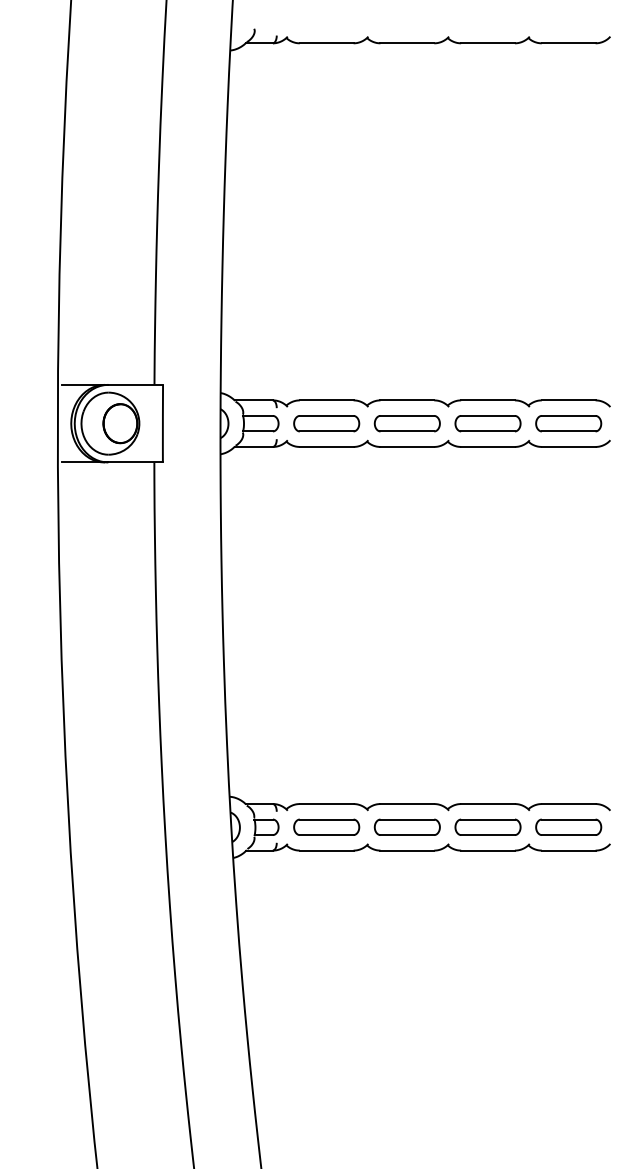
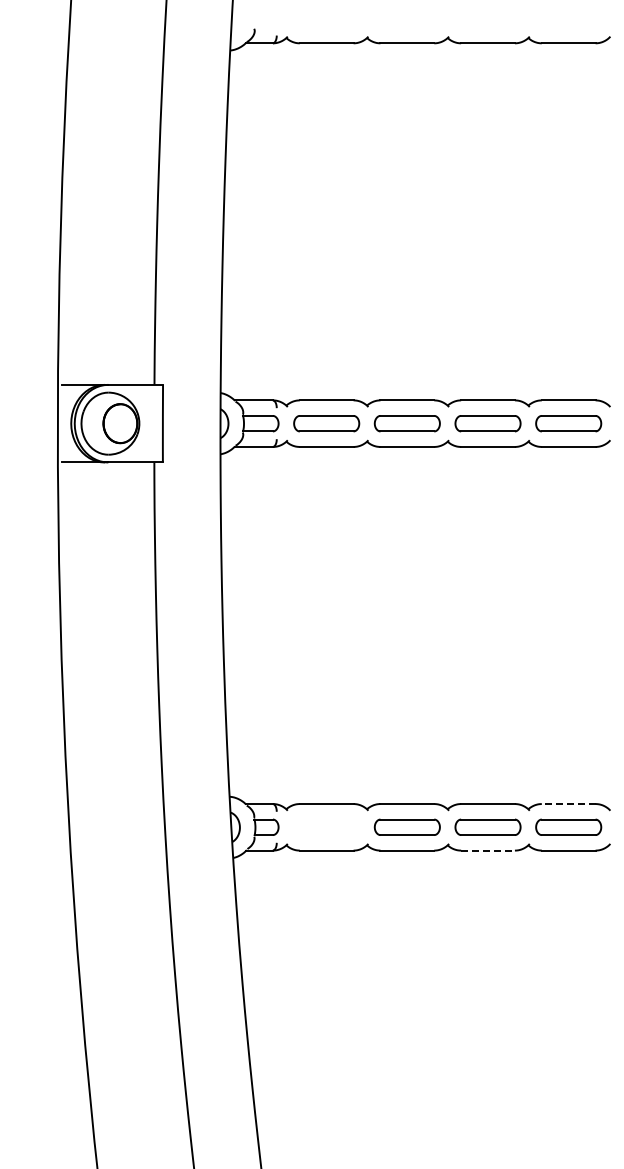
line at (568, 804): solid -> dashed
part at (326, 826): present -> none
line at (488, 850): solid -> dashed
